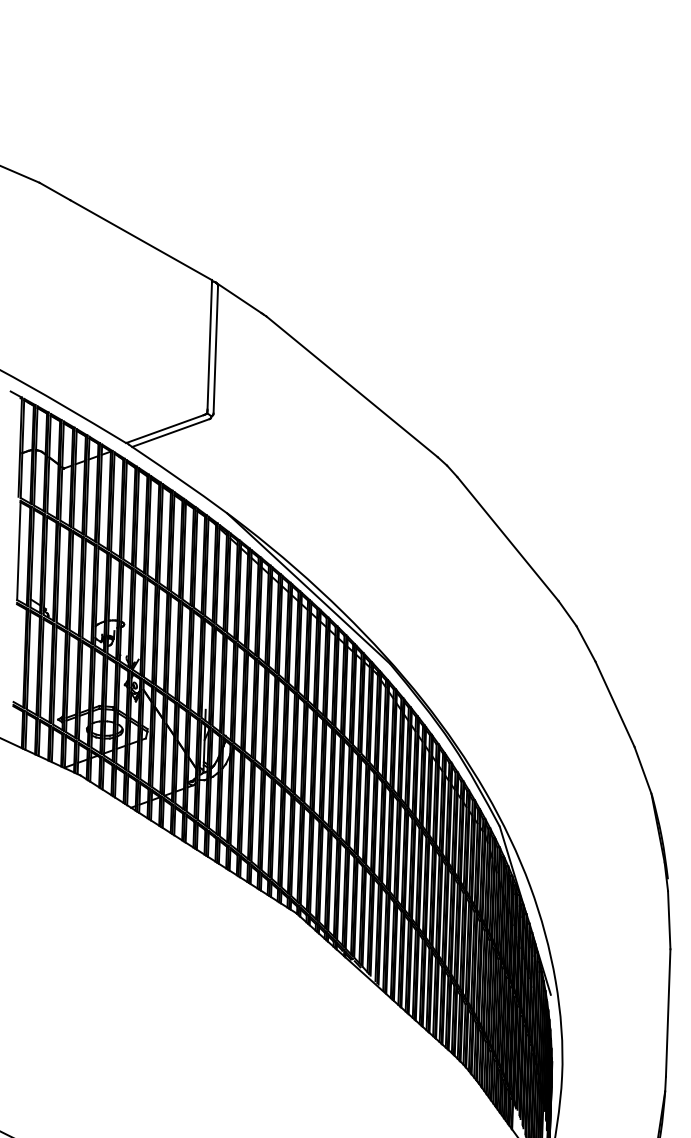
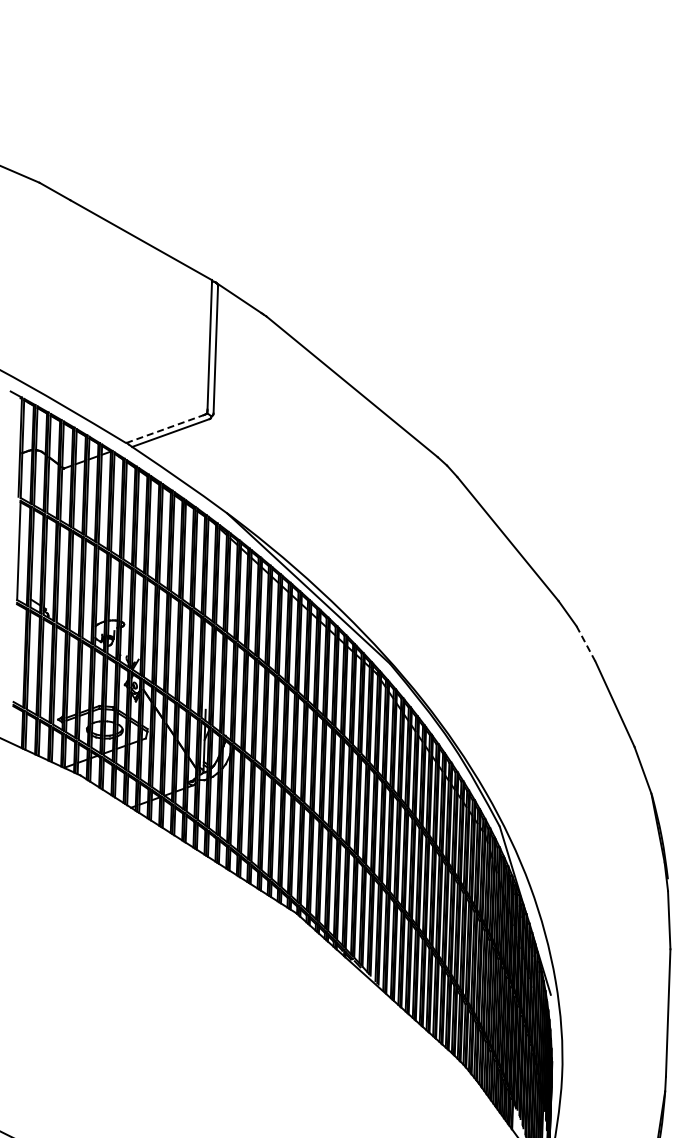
line at (165, 428): solid -> dashed
line at (586, 644): solid -> dashed
